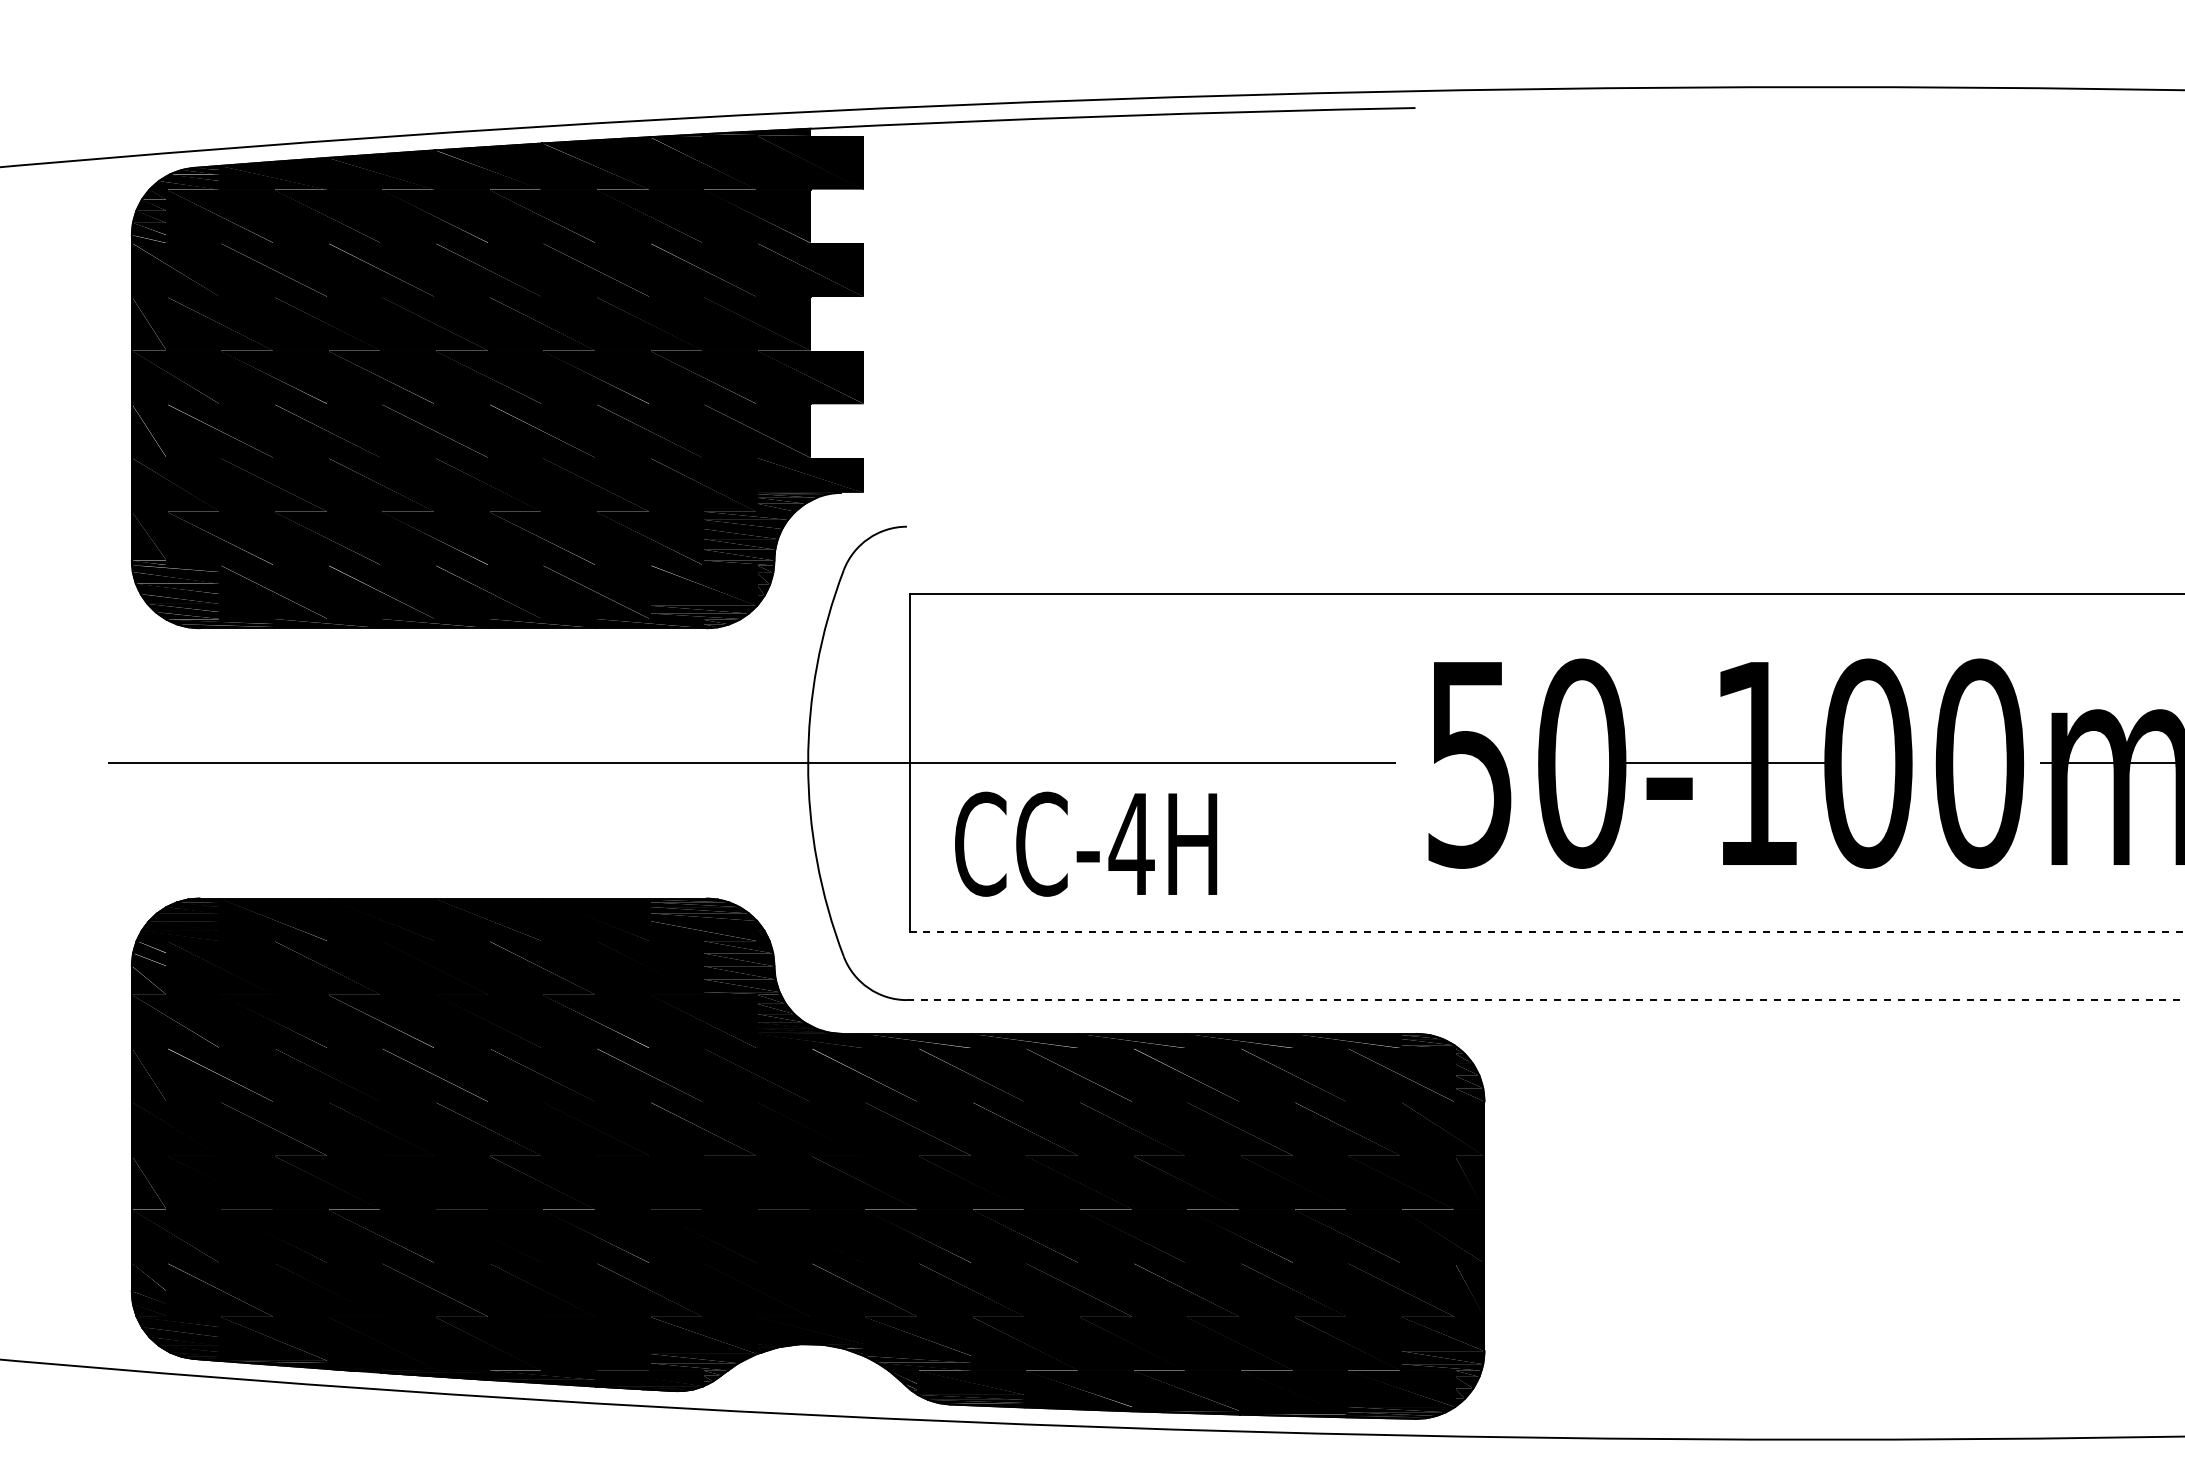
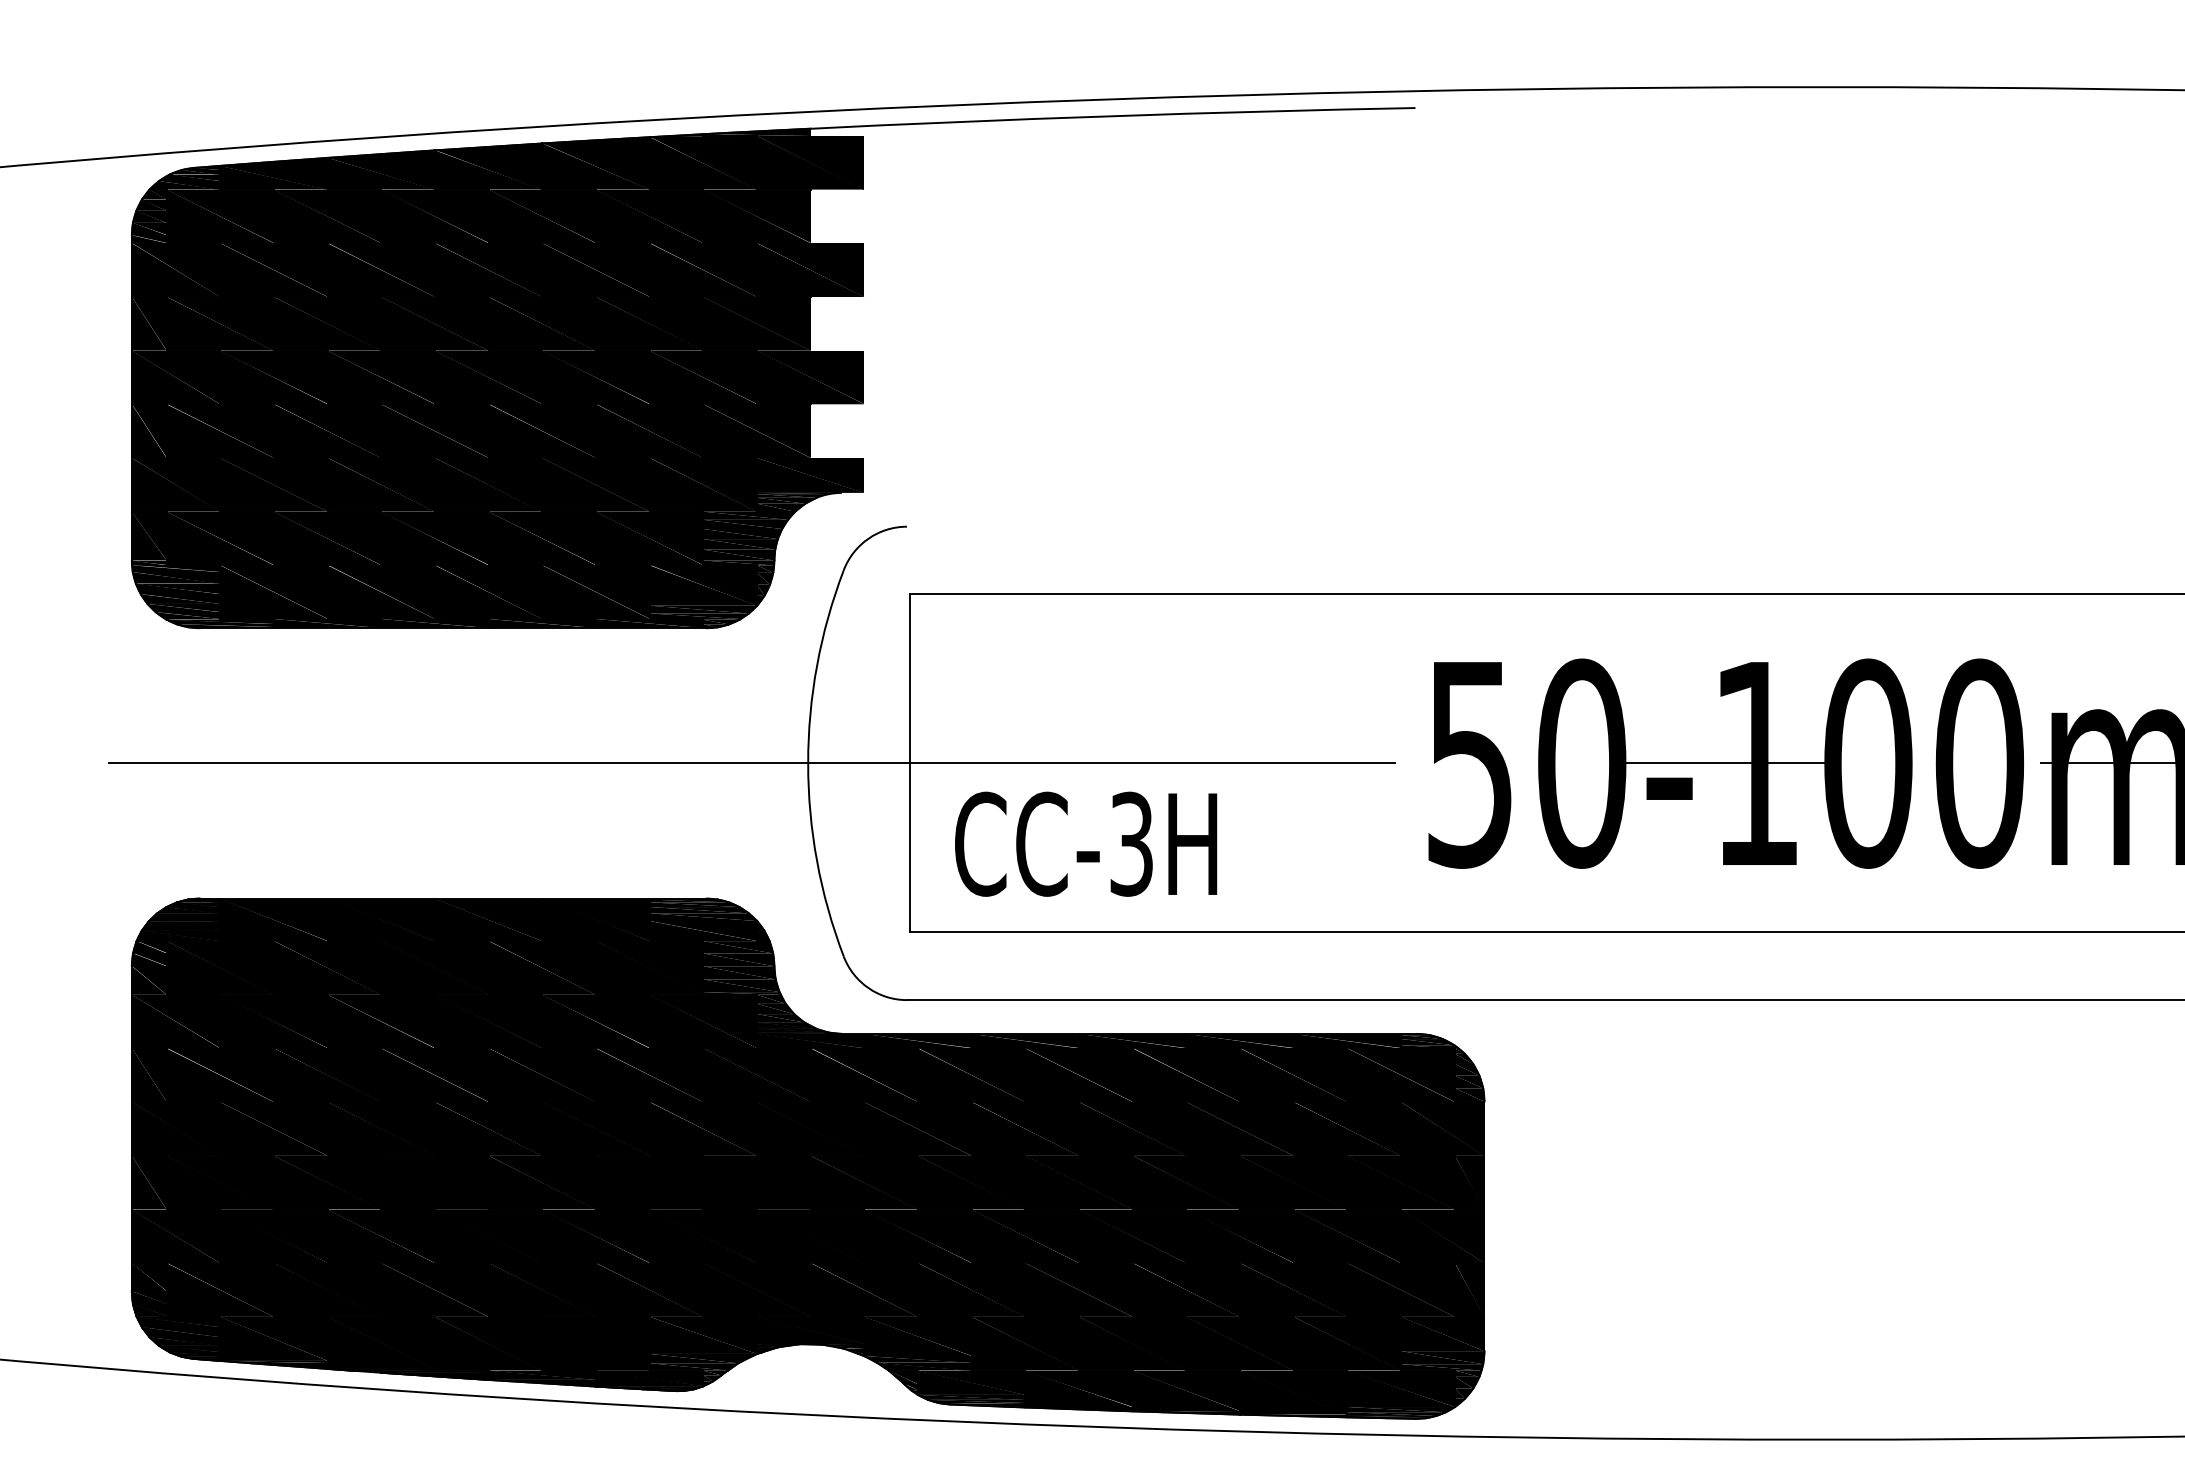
text at (1131, 843): CC-4H -> CC-3H
line at (1547, 932): dashed -> solid
line at (1545, 1000): dashed -> solid
